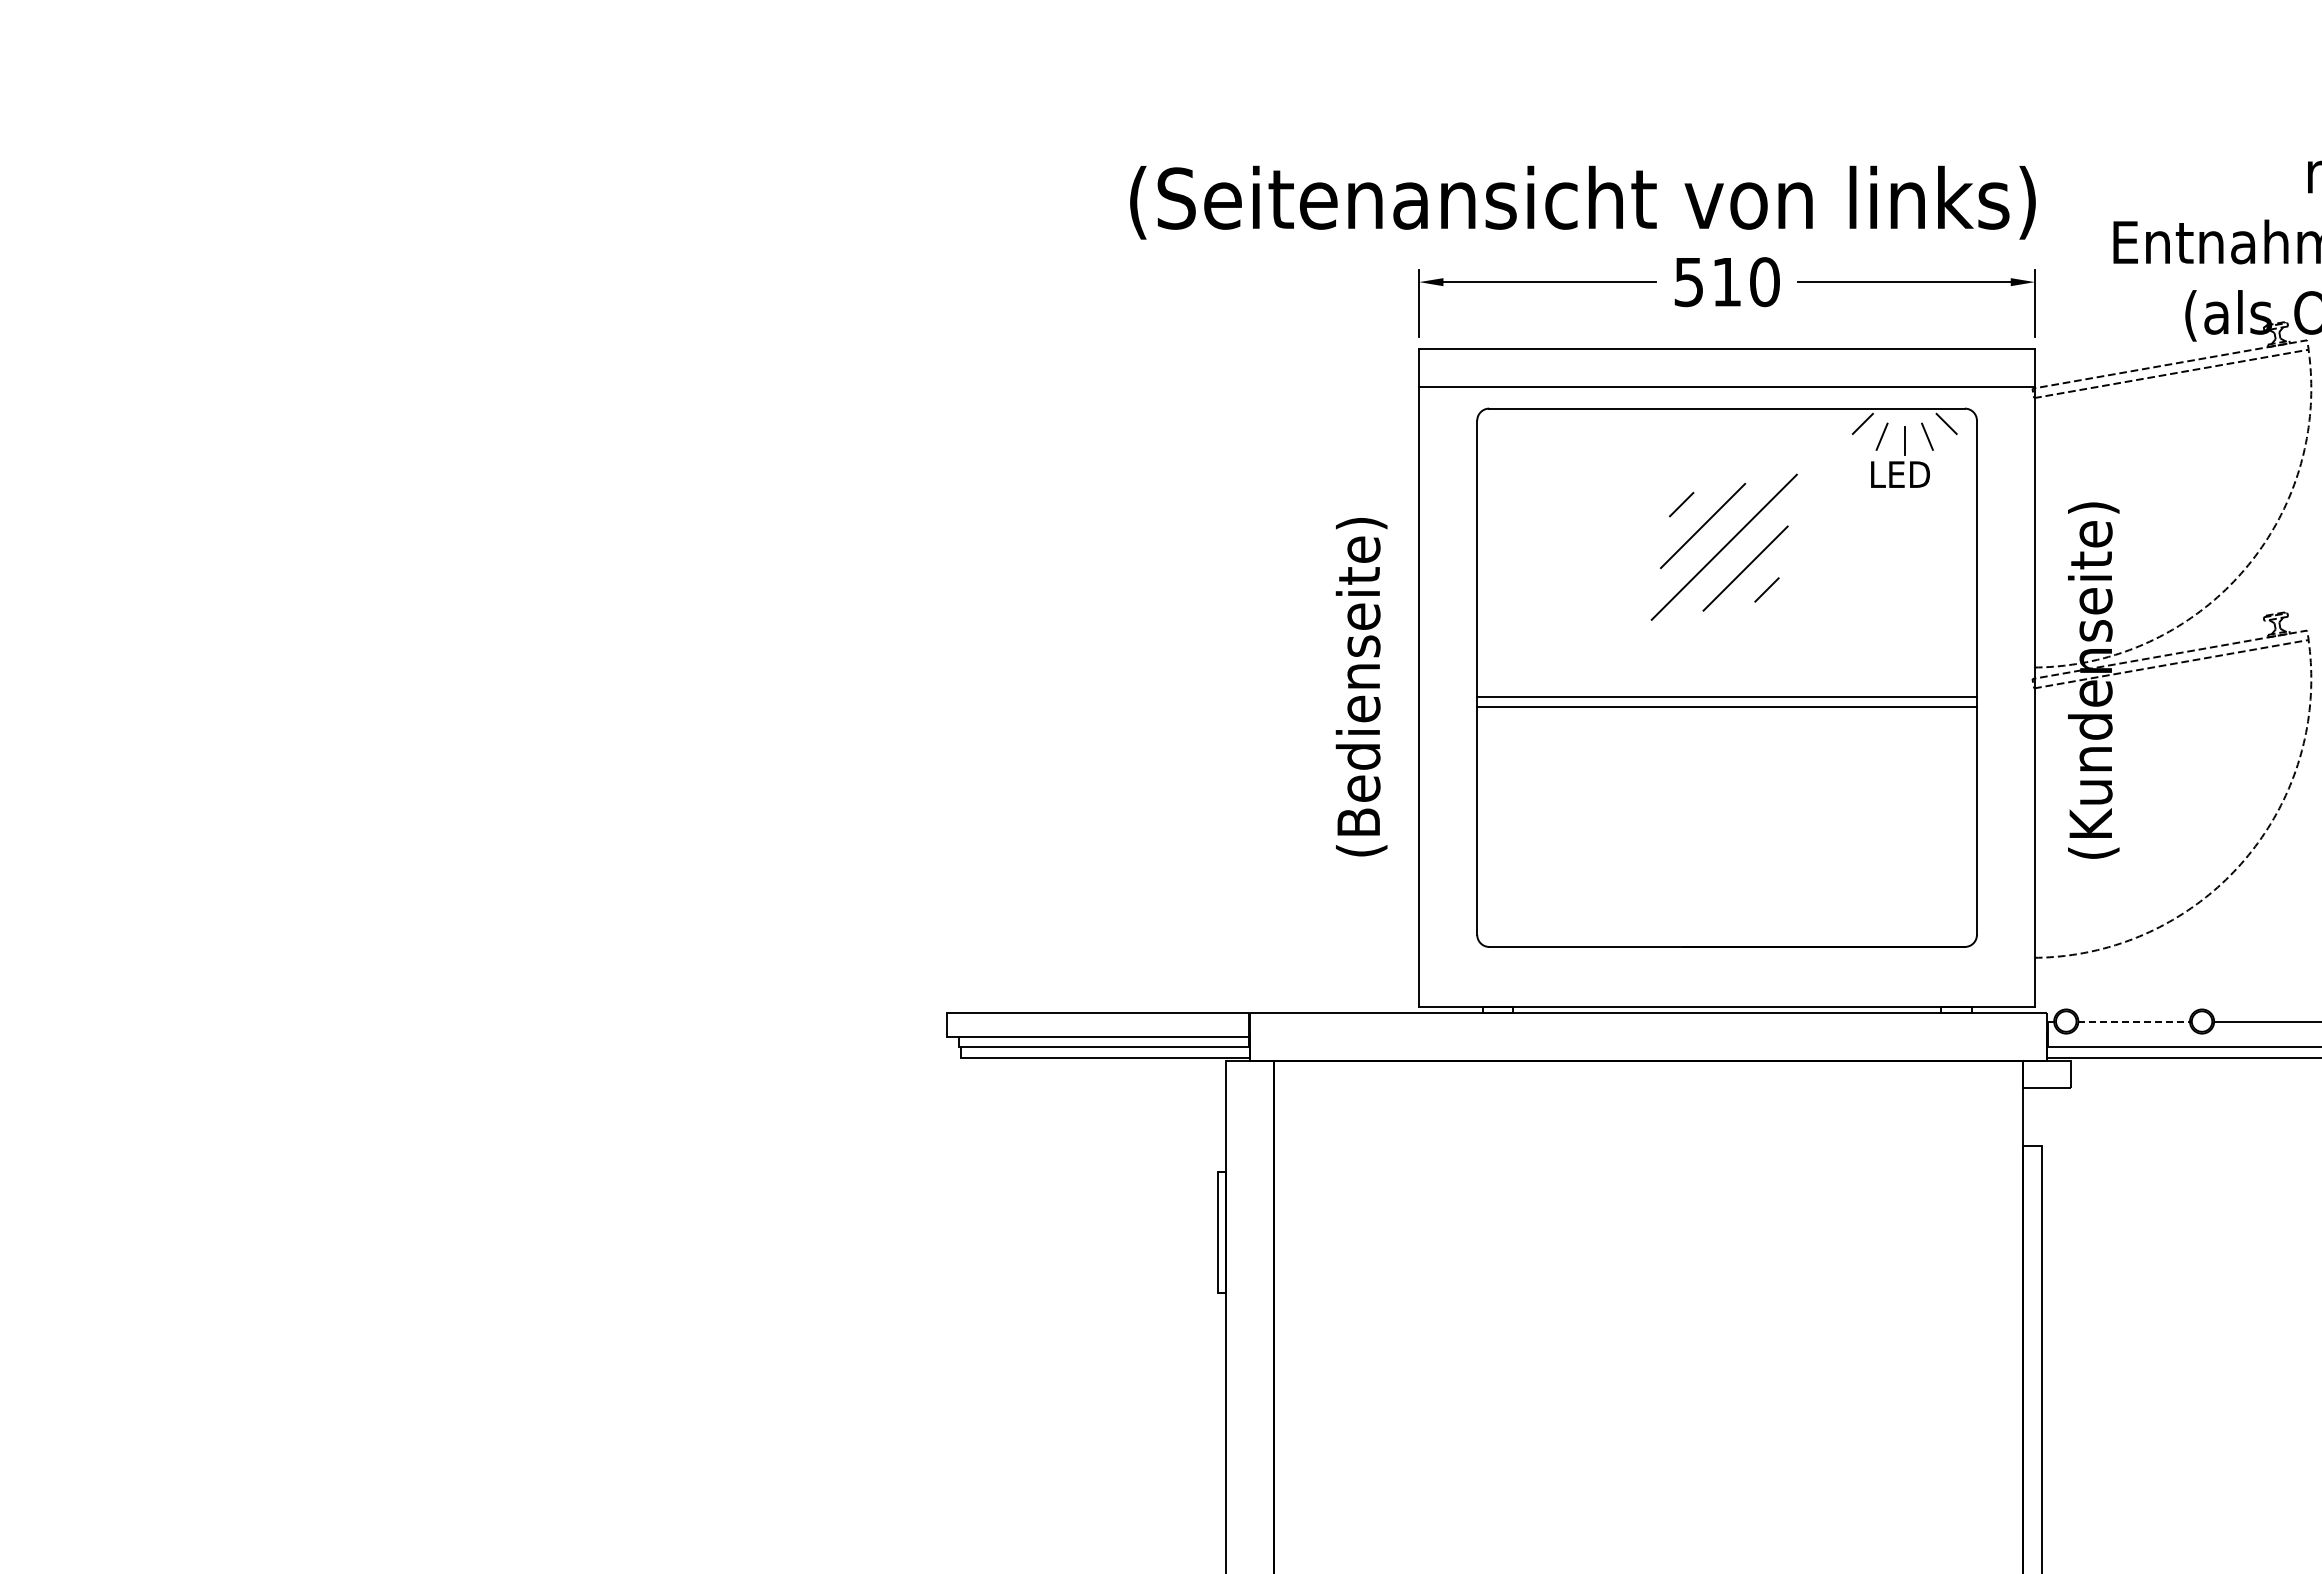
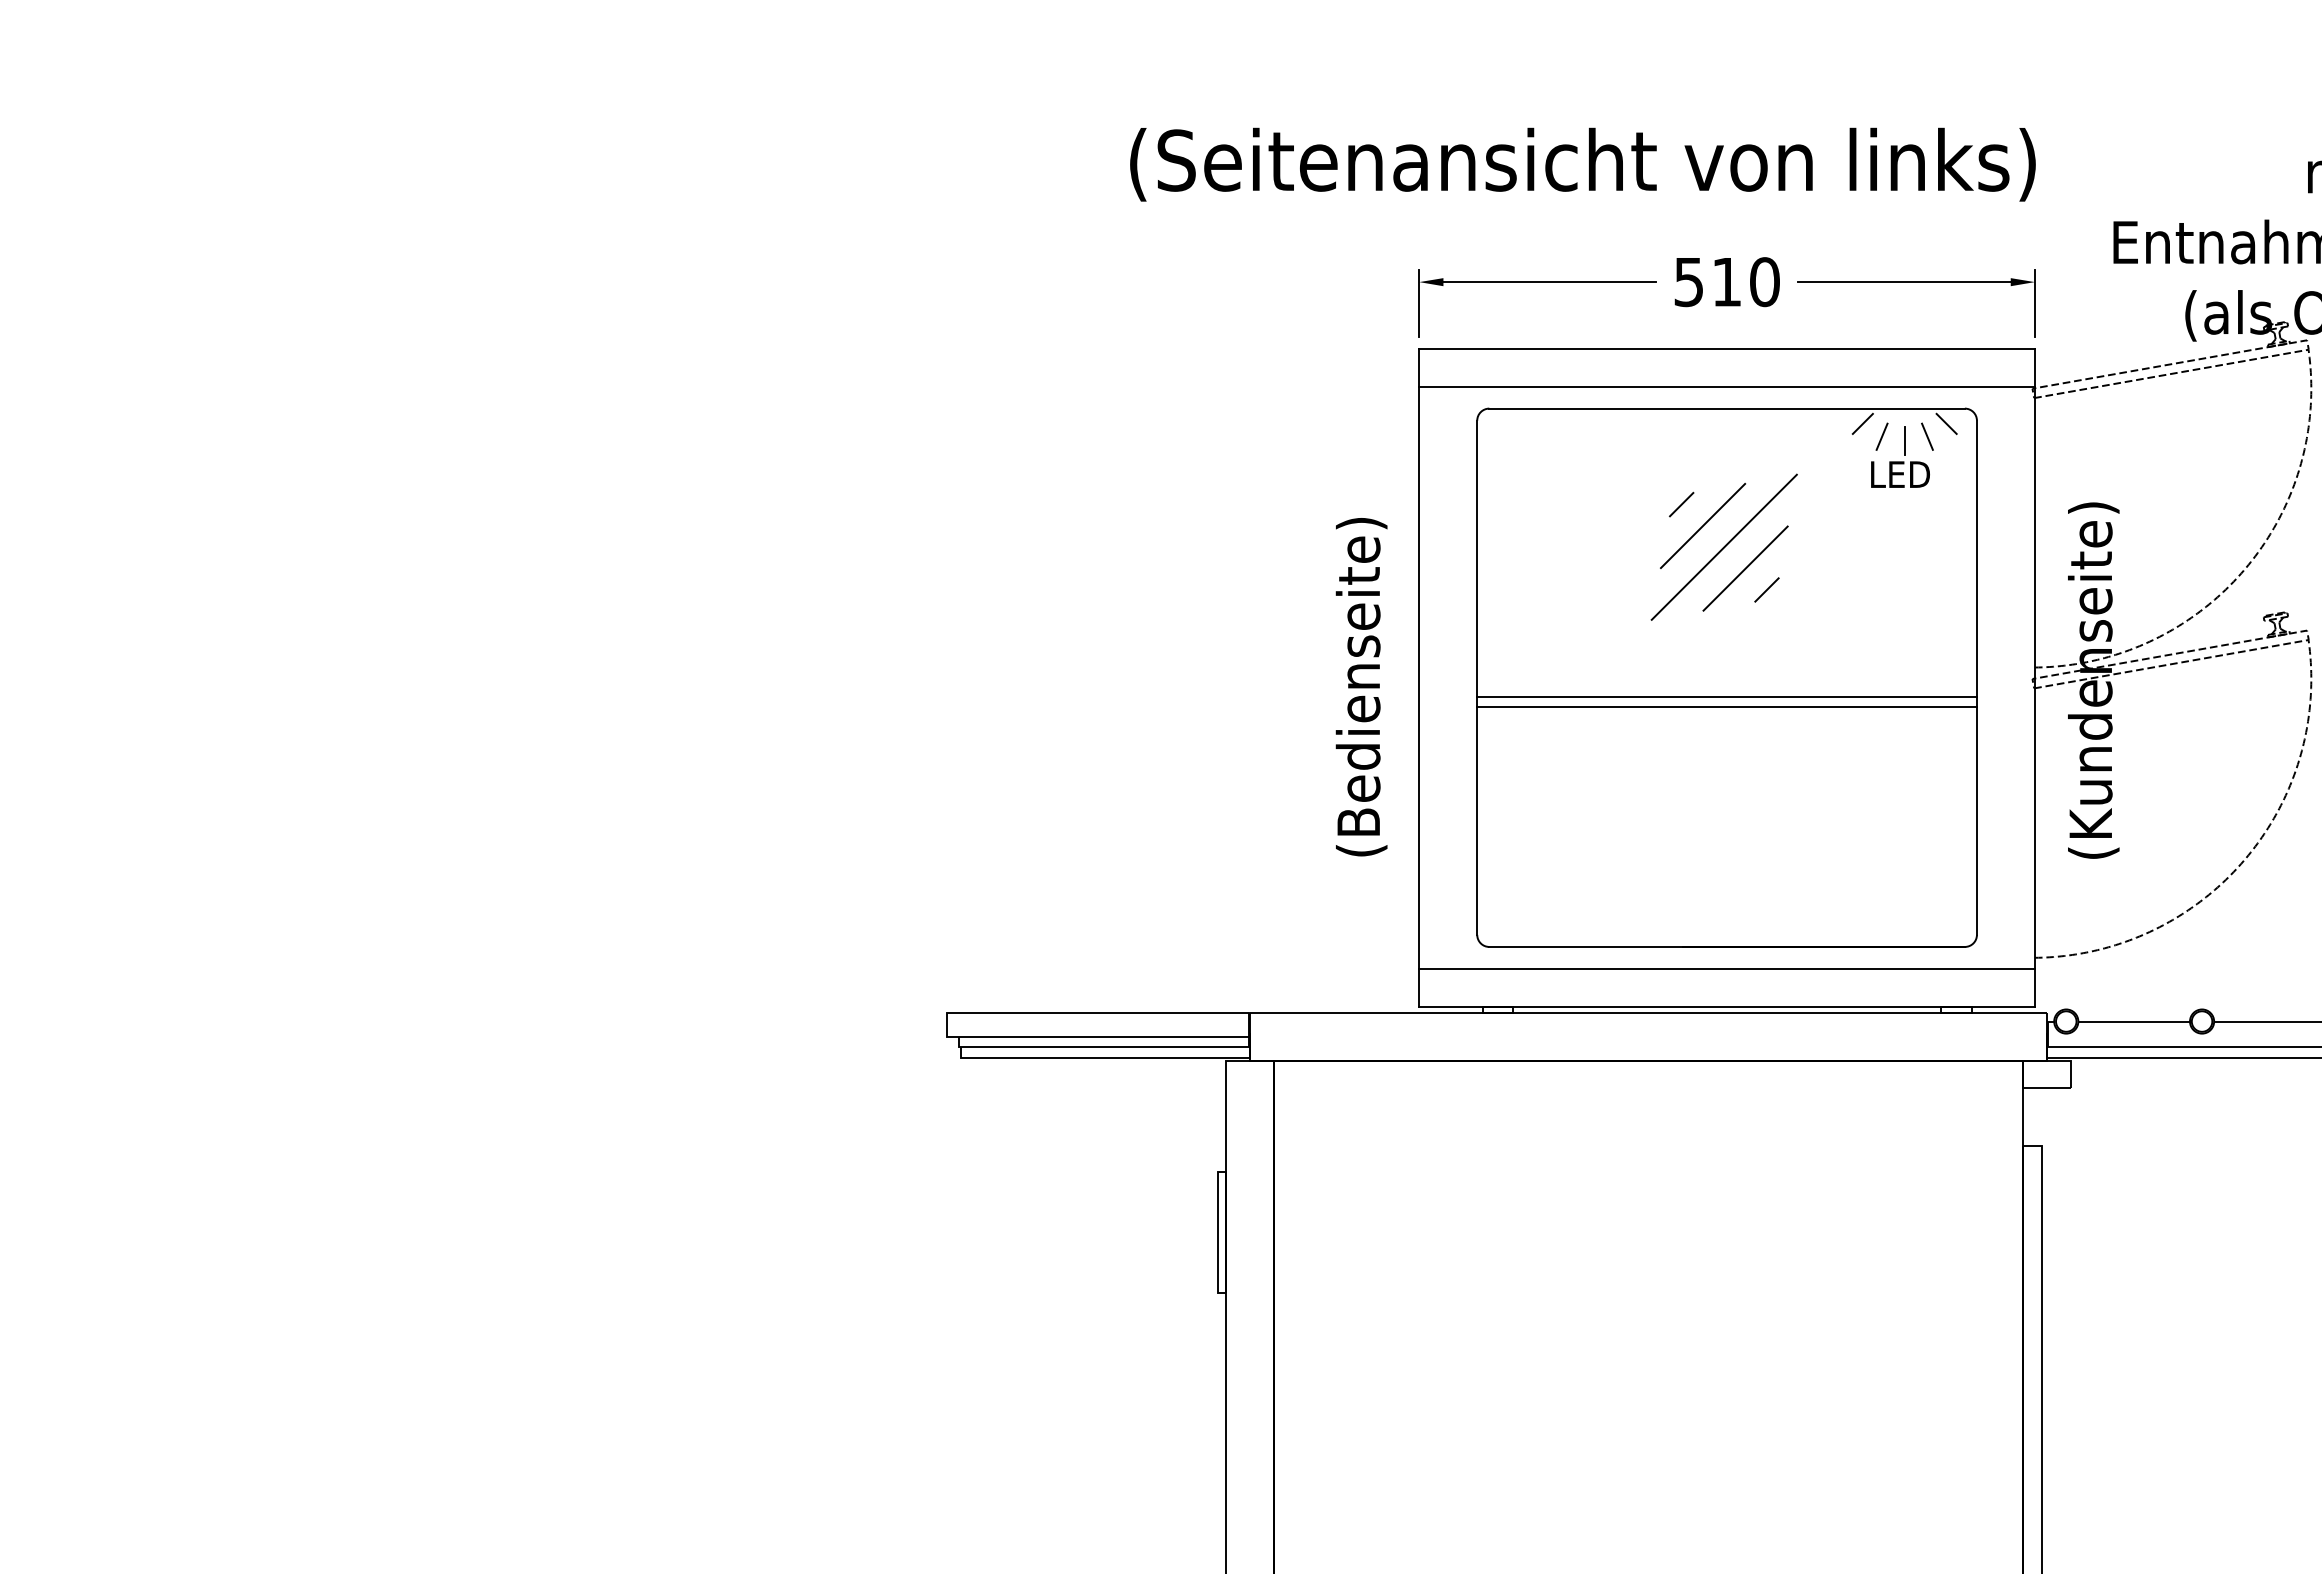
text at (1582, 202) position: (1582, 202) -> (1582, 164)
line at (1726, 968): none -> present
line at (2134, 1021): dashed -> solid
